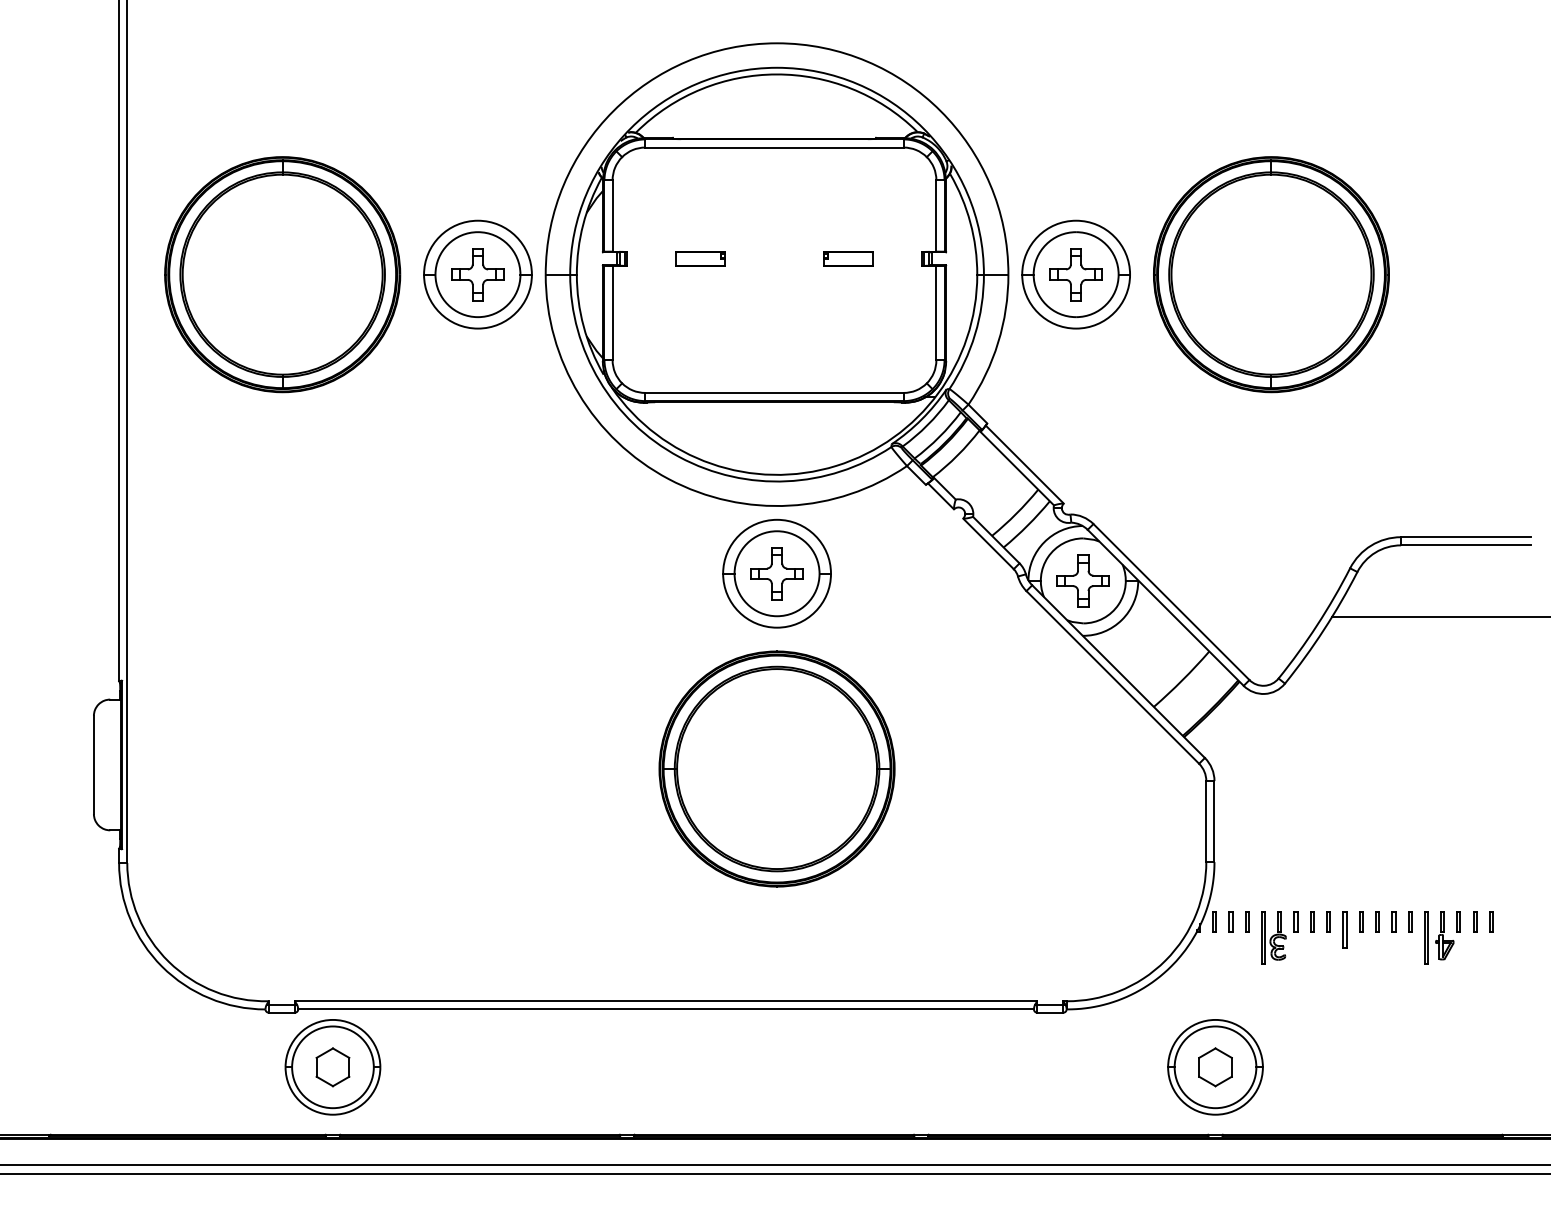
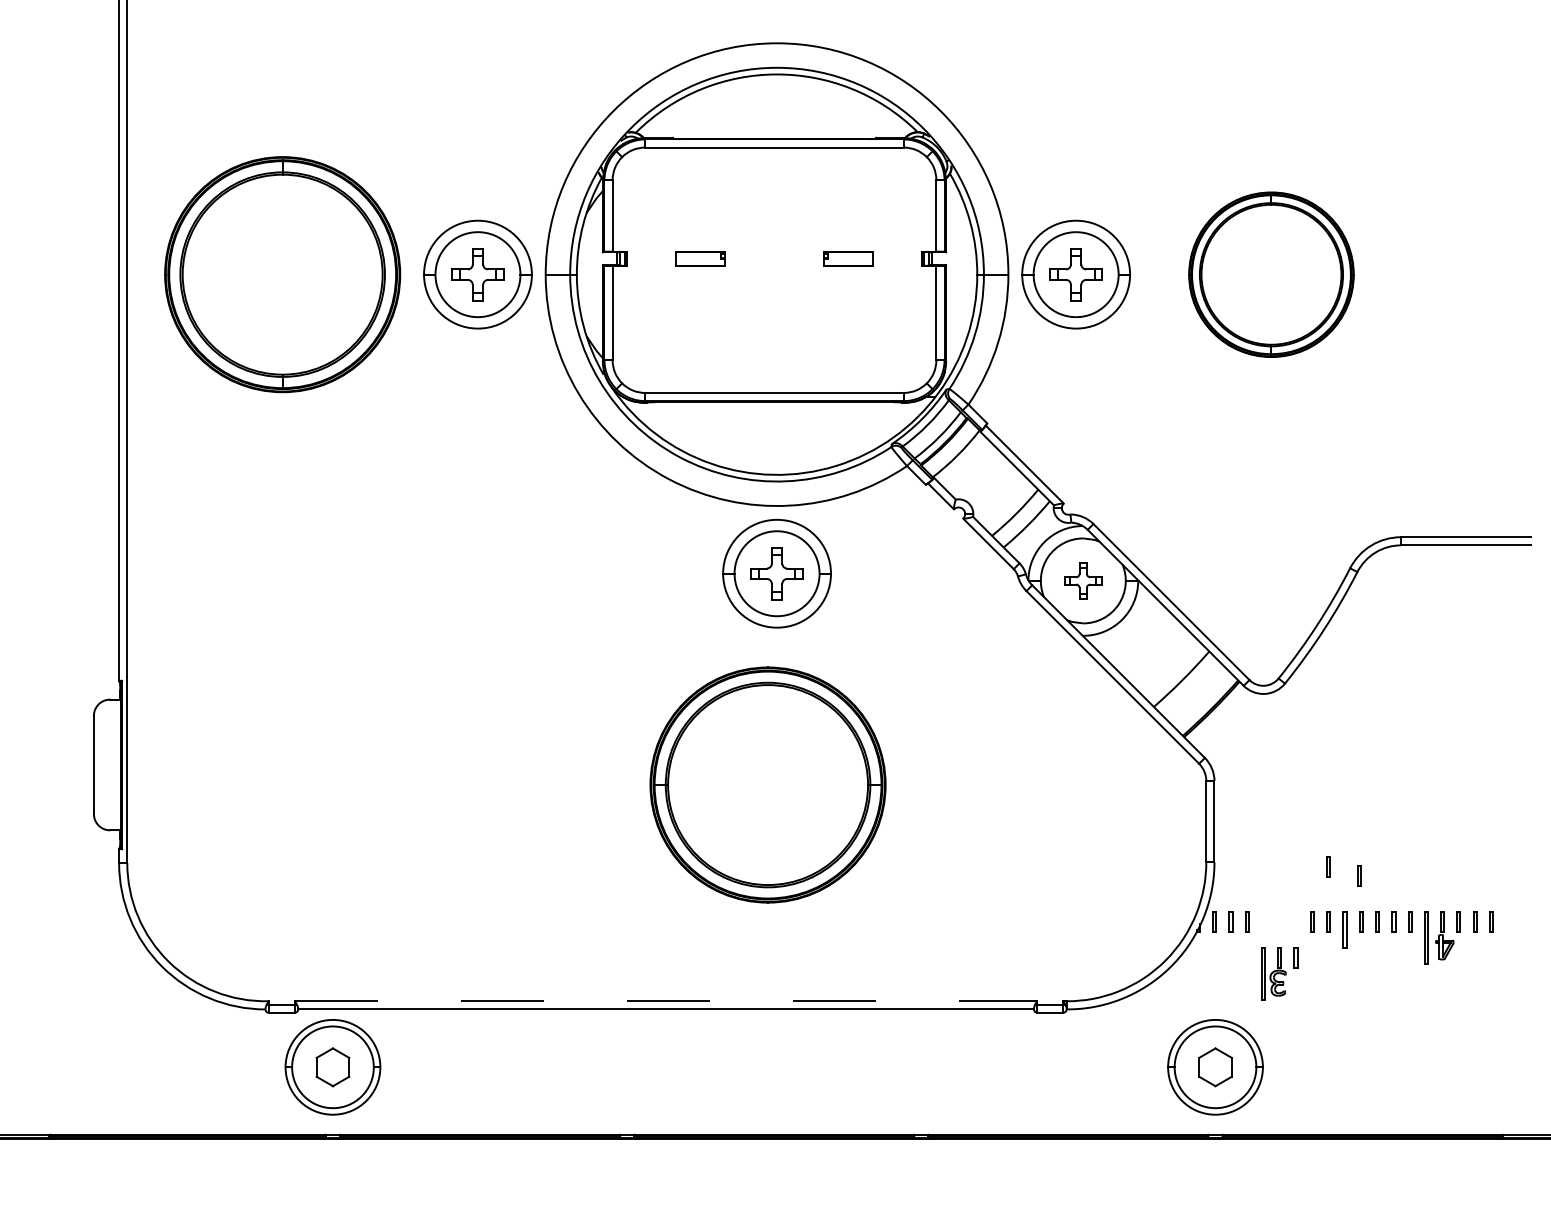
part at (1271, 274) size: 237x238 px -> 167x167 px
part at (1082, 580) size: 54x54 px -> 39x38 px
line at (1439, 616): present -> none
part at (776, 768) position: (776, 768) -> (767, 784)
line at (1327, 866): none -> present
line at (1358, 875): none -> present
part at (1279, 937) position: (1279, 937) -> (1279, 973)
line at (666, 1001): solid -> dashed
line at (774, 1165): present -> none
line at (774, 1173): present -> none
